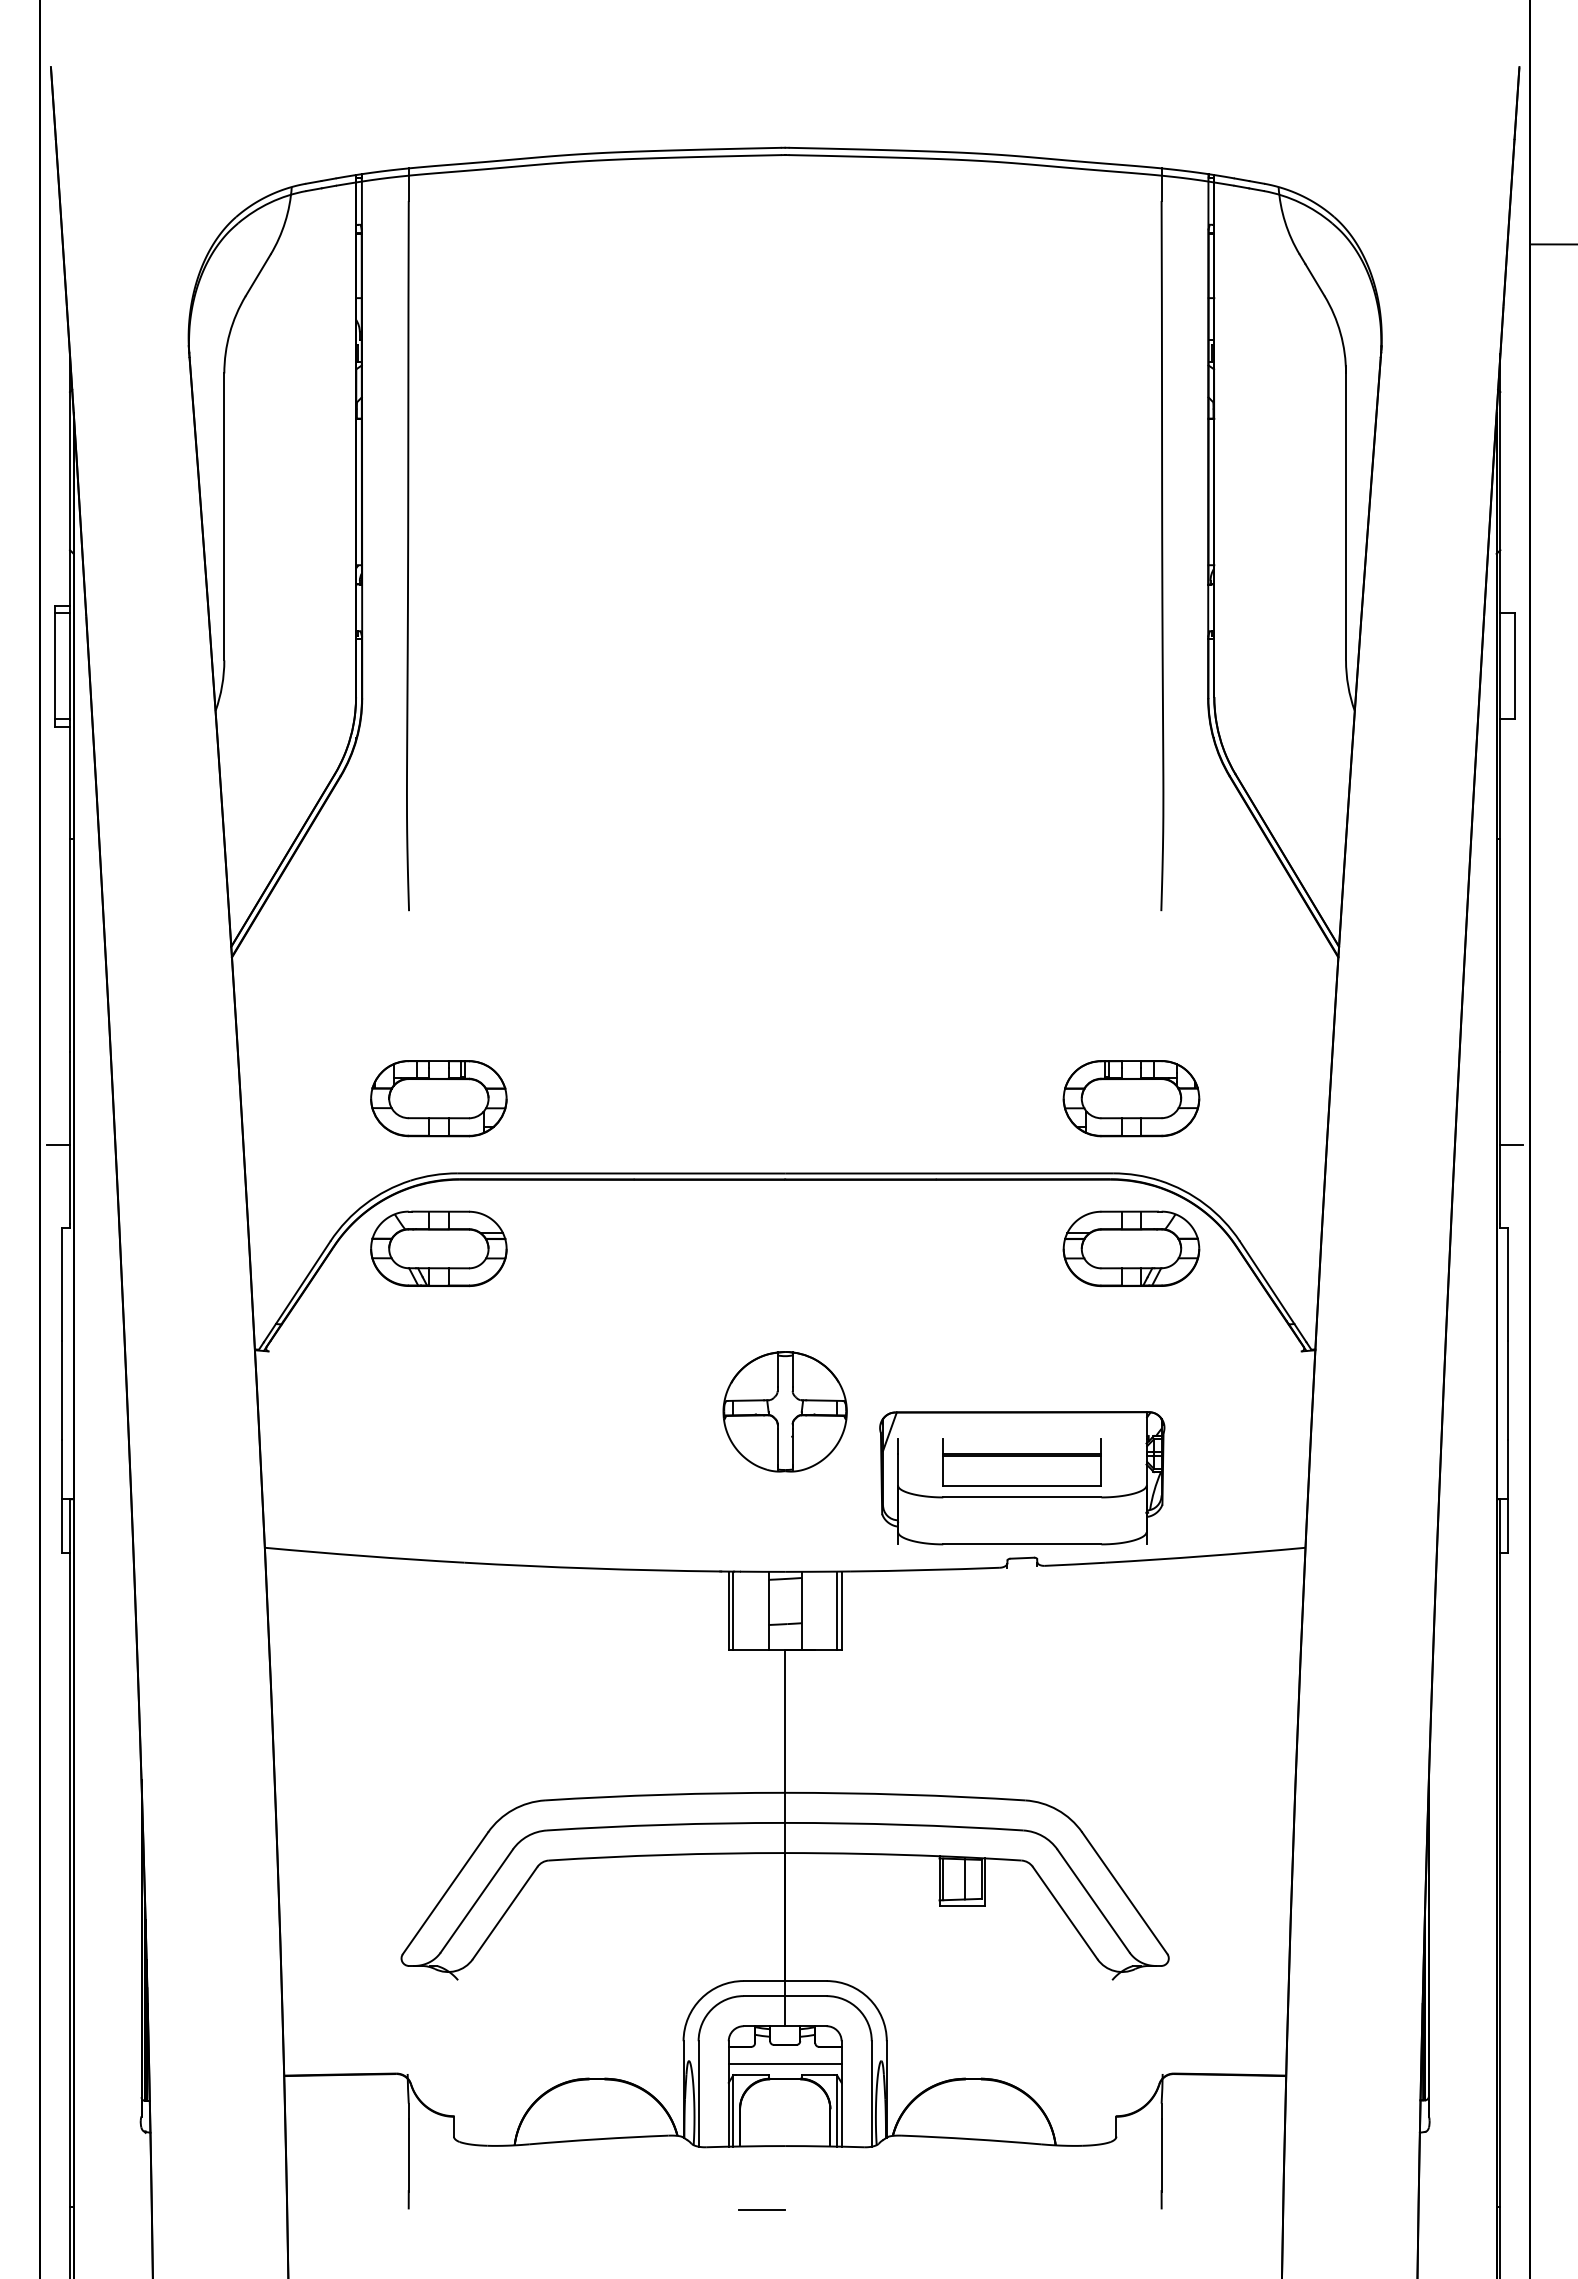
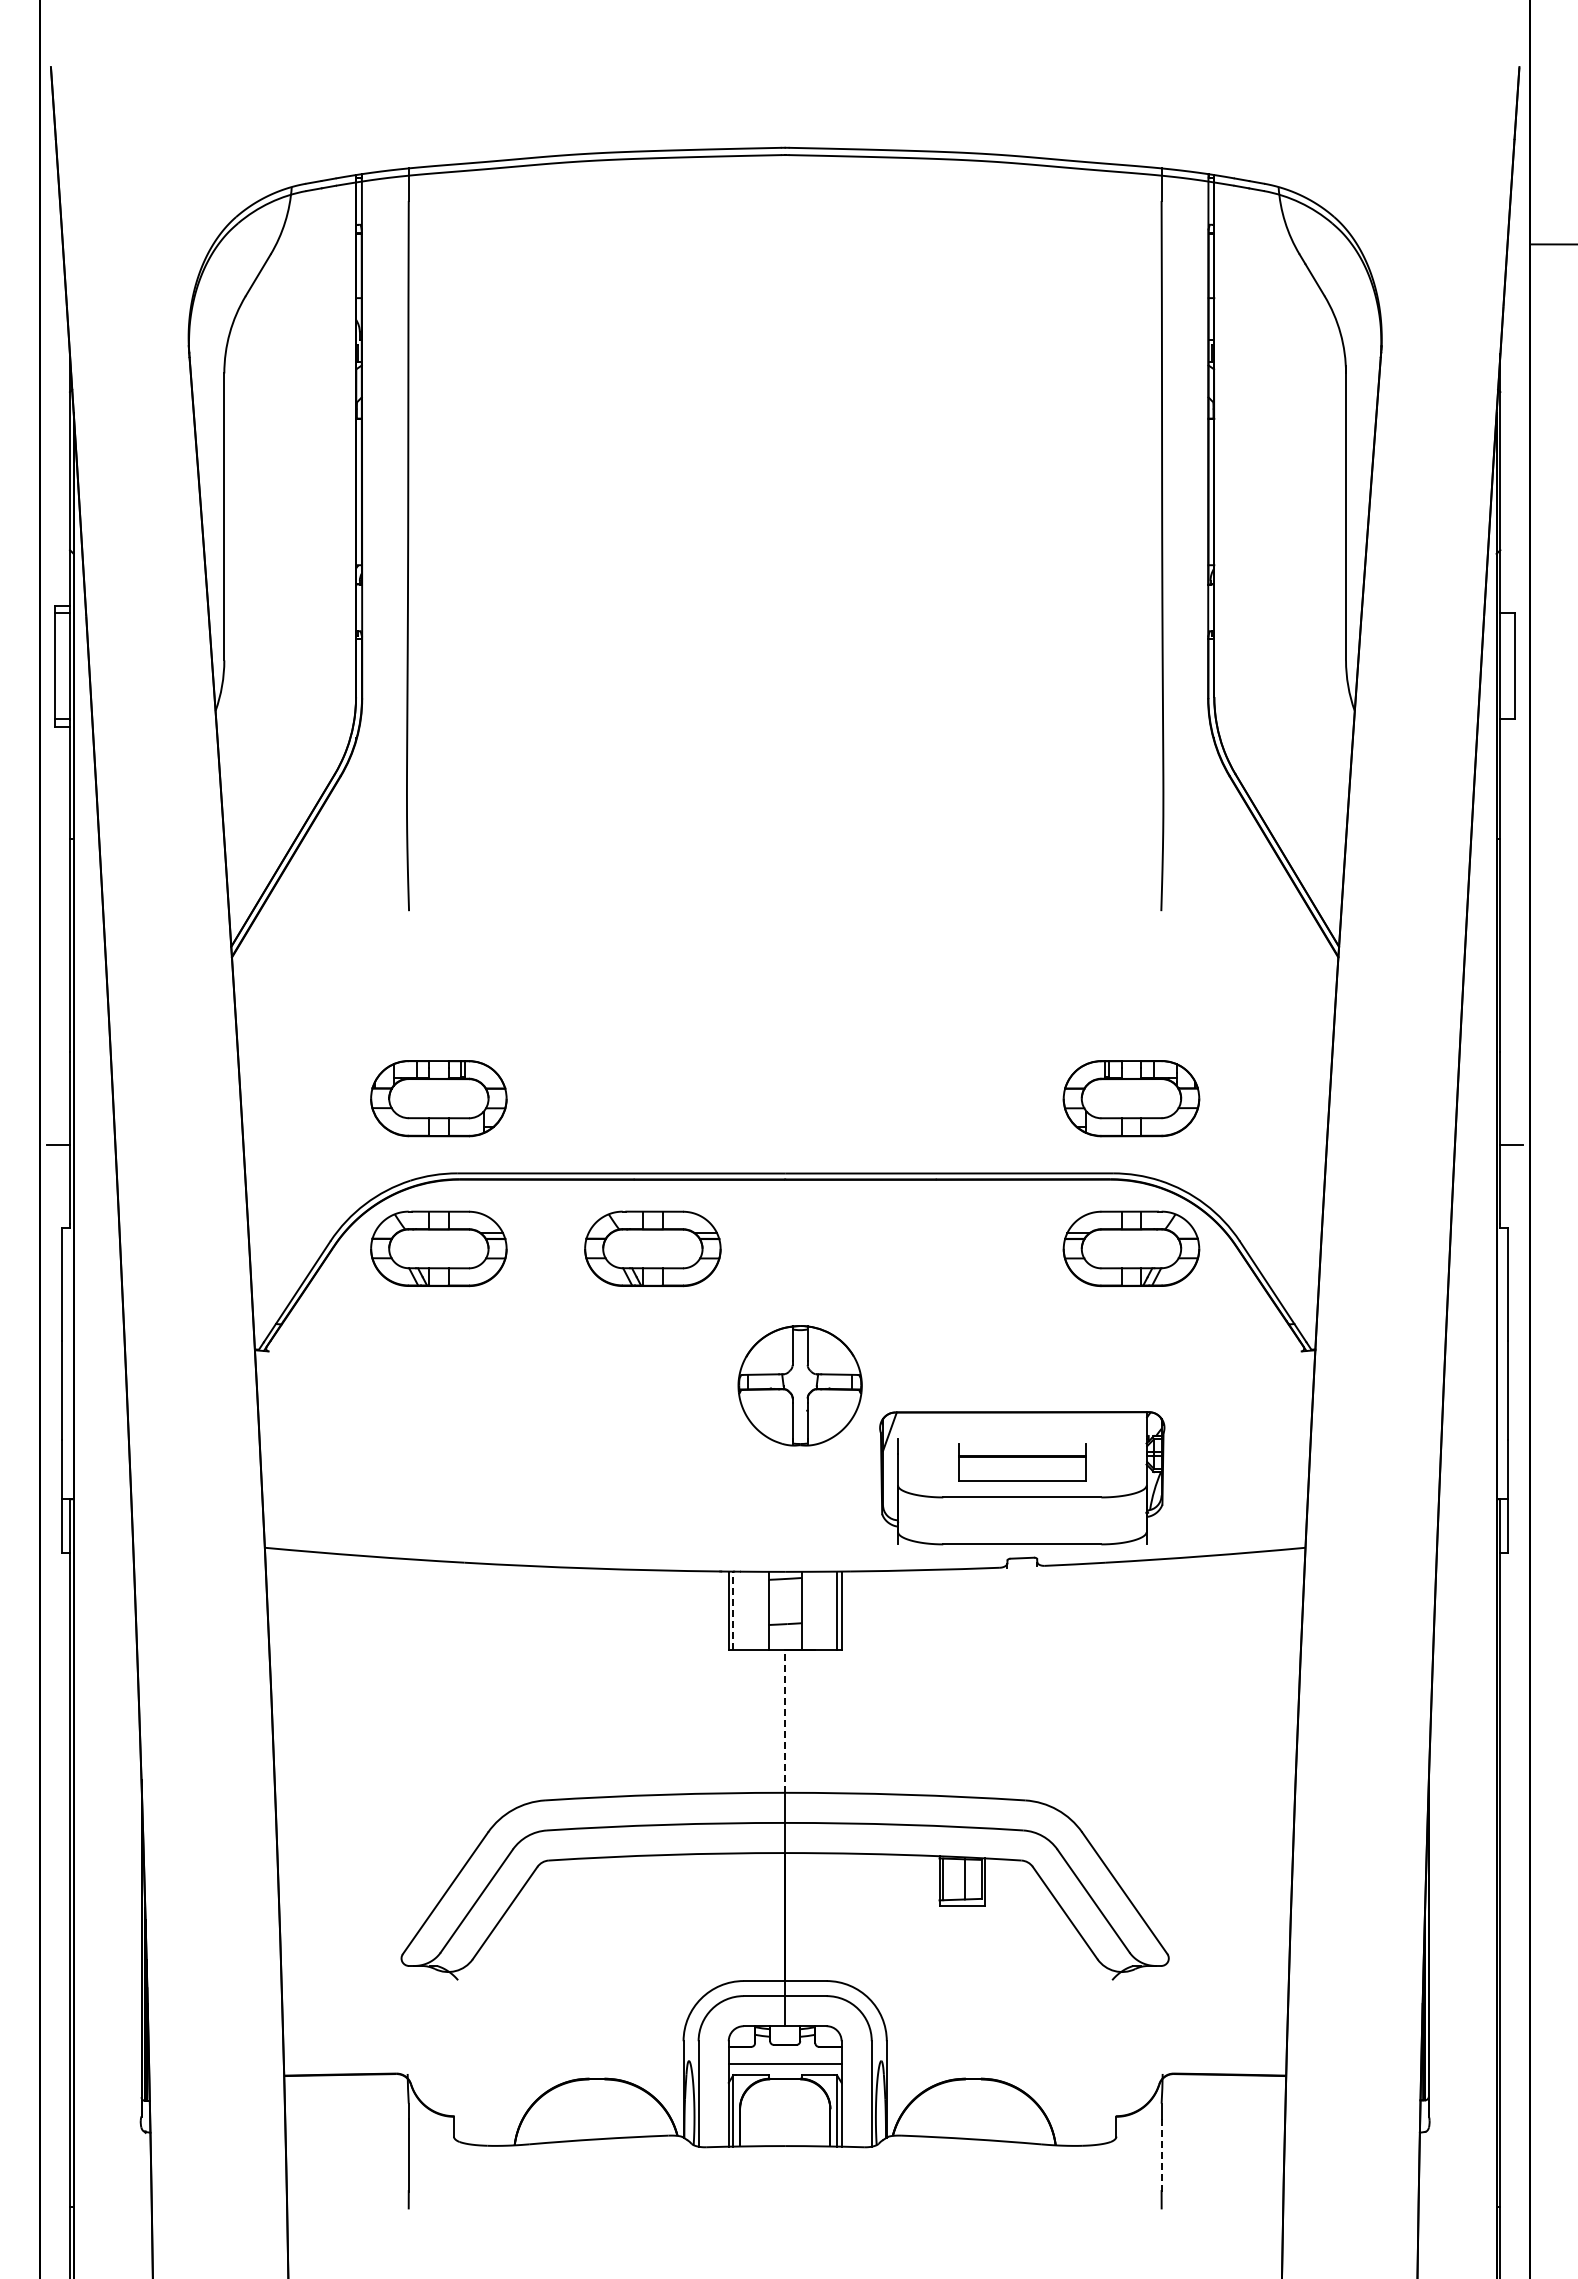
part at (652, 1248): none -> present
part at (784, 1411) position: (784, 1411) -> (799, 1385)
part at (1021, 1462) size: 160x49 px -> 129x39 px
line at (733, 1610): solid -> dashed
line at (785, 1721): solid -> dashed
line at (1161, 2155): solid -> dashed
line at (762, 2210): present -> none
